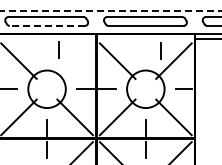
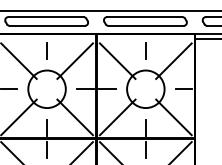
line at (111, 10): dashed -> solid
line at (47, 25): dashed -> solid
line at (58, 49) position: (58, 49) -> (46, 50)
line at (160, 50) position: (160, 50) -> (145, 50)
line at (74, 60): none -> present
line at (11, 152): none -> present
